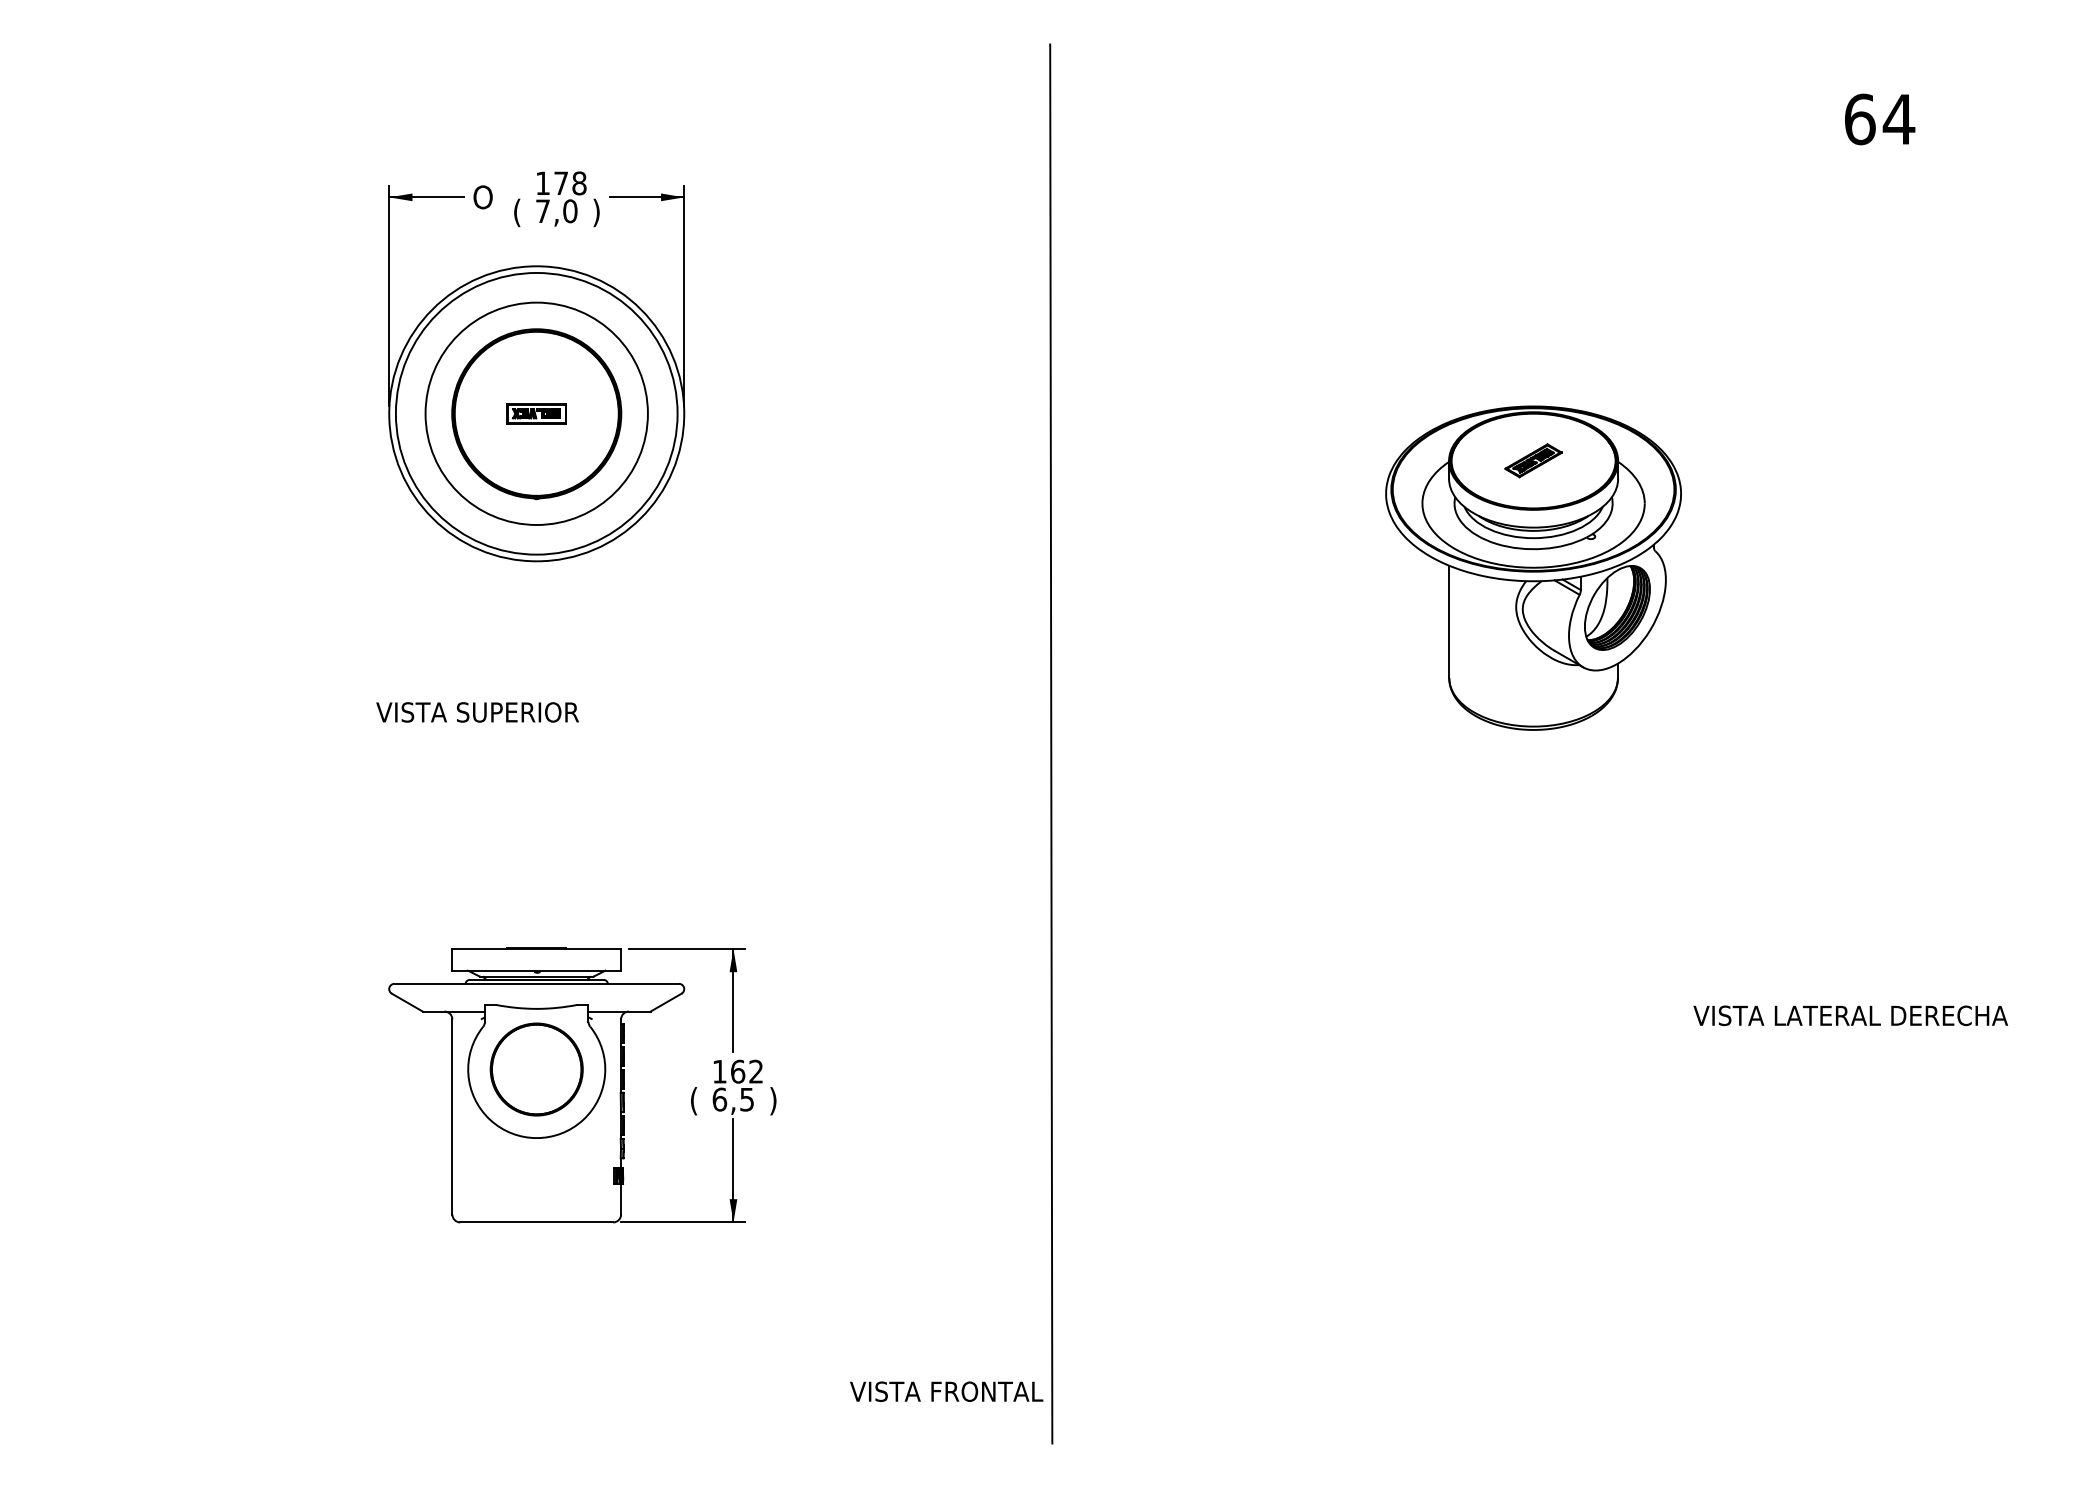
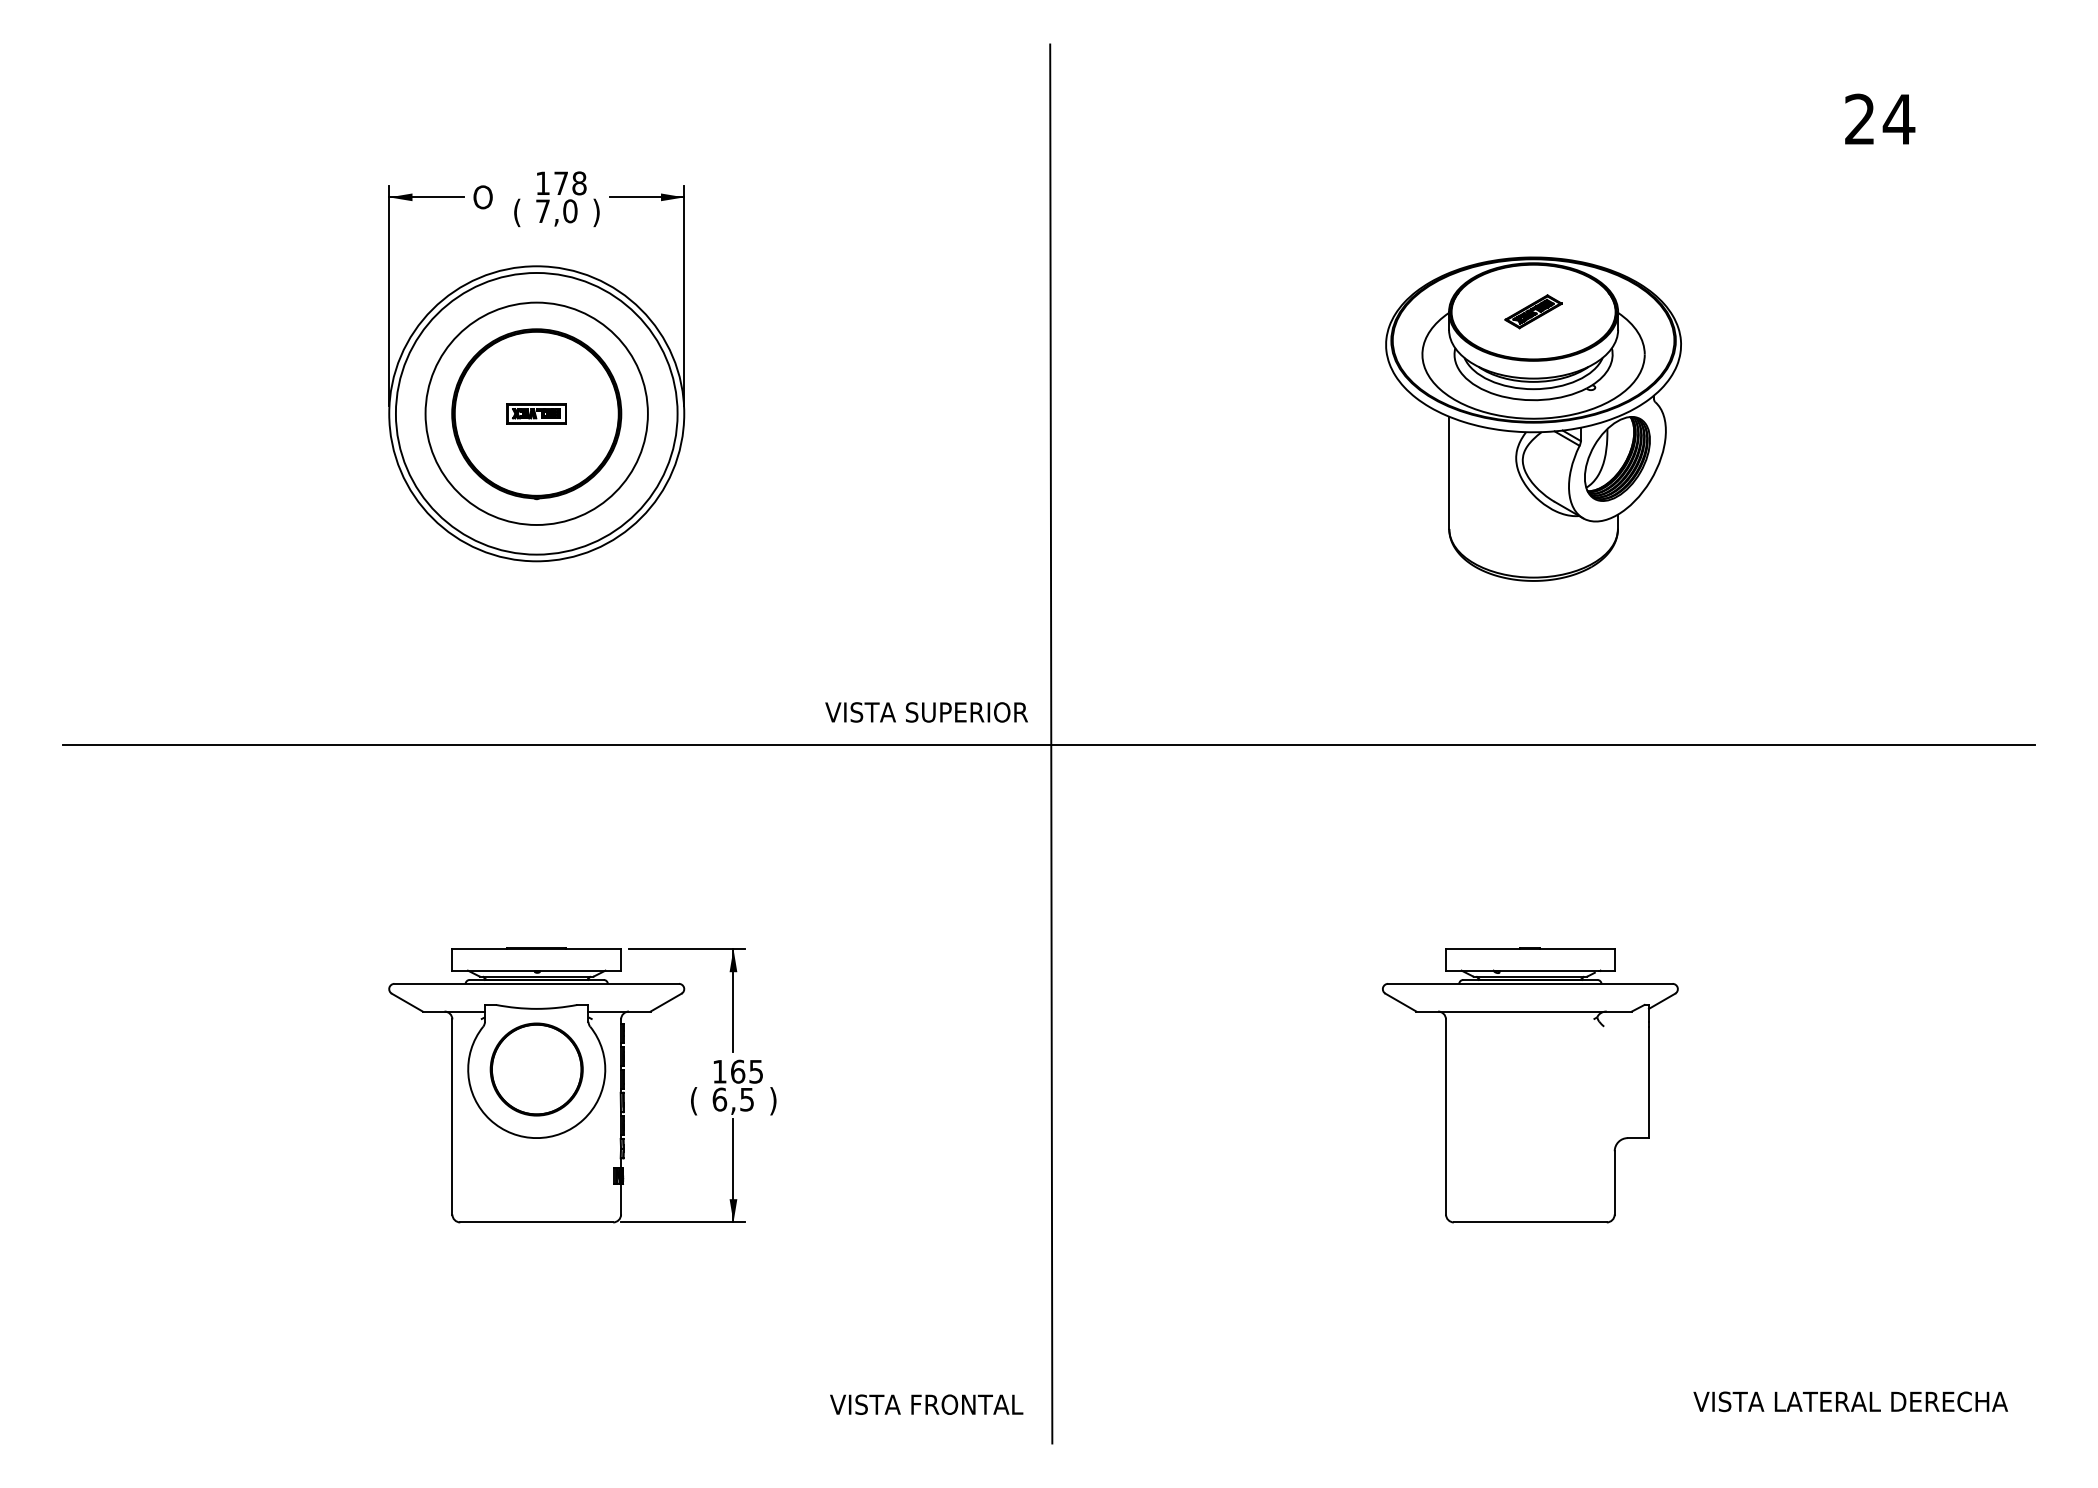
text at (1860, 119): 64 -> 24
part at (1533, 567) position: (1533, 567) -> (1533, 418)
text at (477, 712) position: (477, 712) -> (926, 712)
line at (1048, 745): none -> present
text at (1850, 1015) position: (1850, 1015) -> (1850, 1401)
text at (755, 1071): 162 -> 165
part at (1530, 1085): none -> present
text at (946, 1391) position: (946, 1391) -> (926, 1404)
